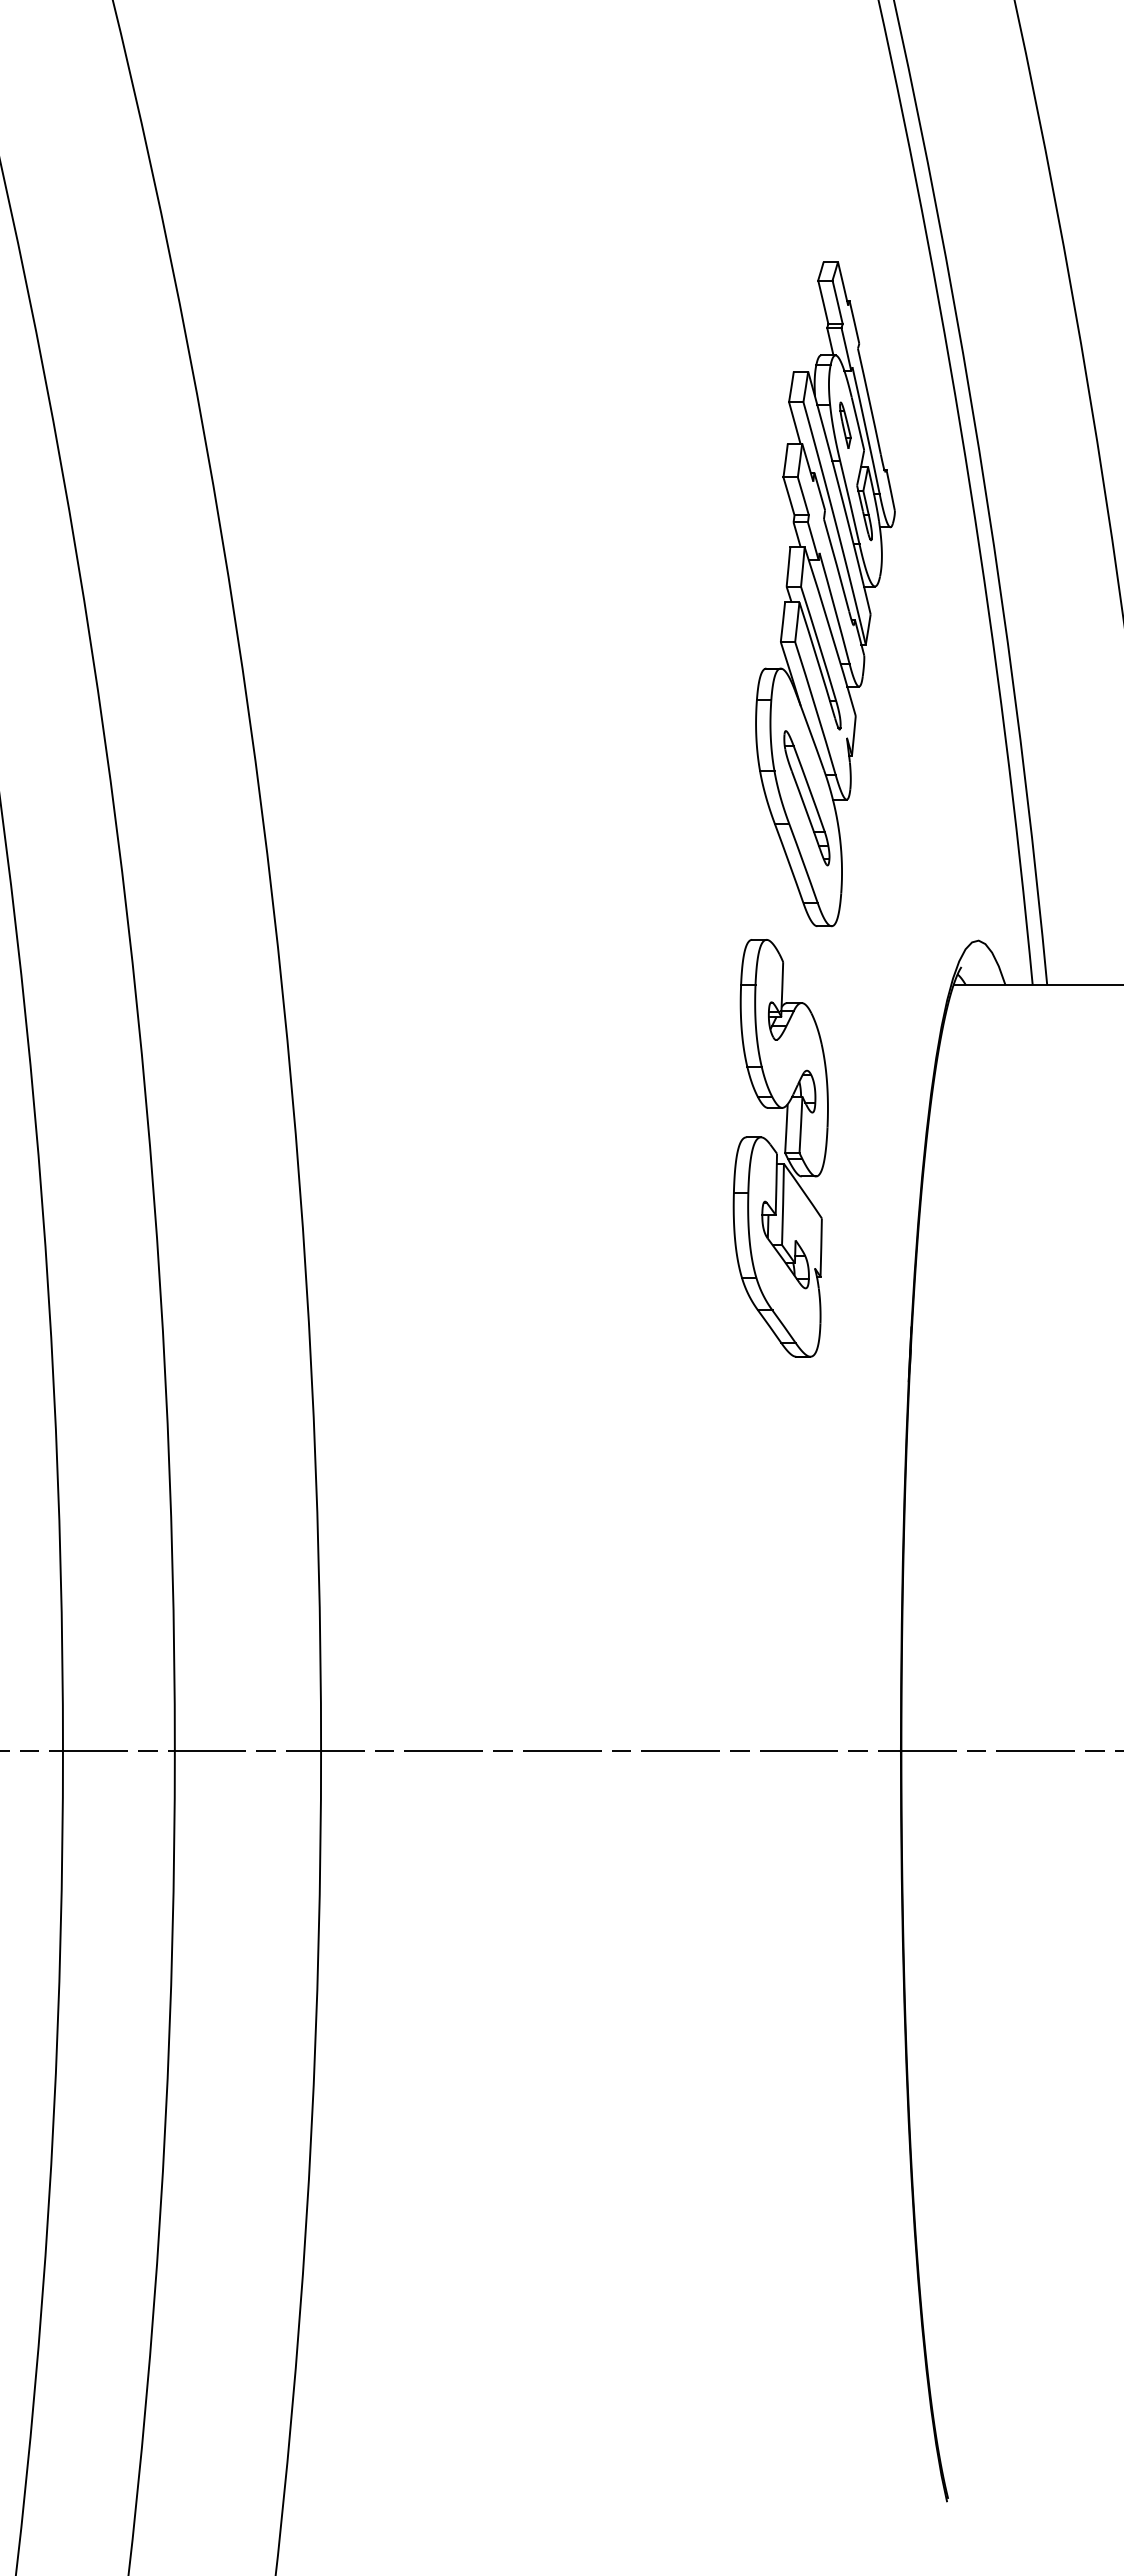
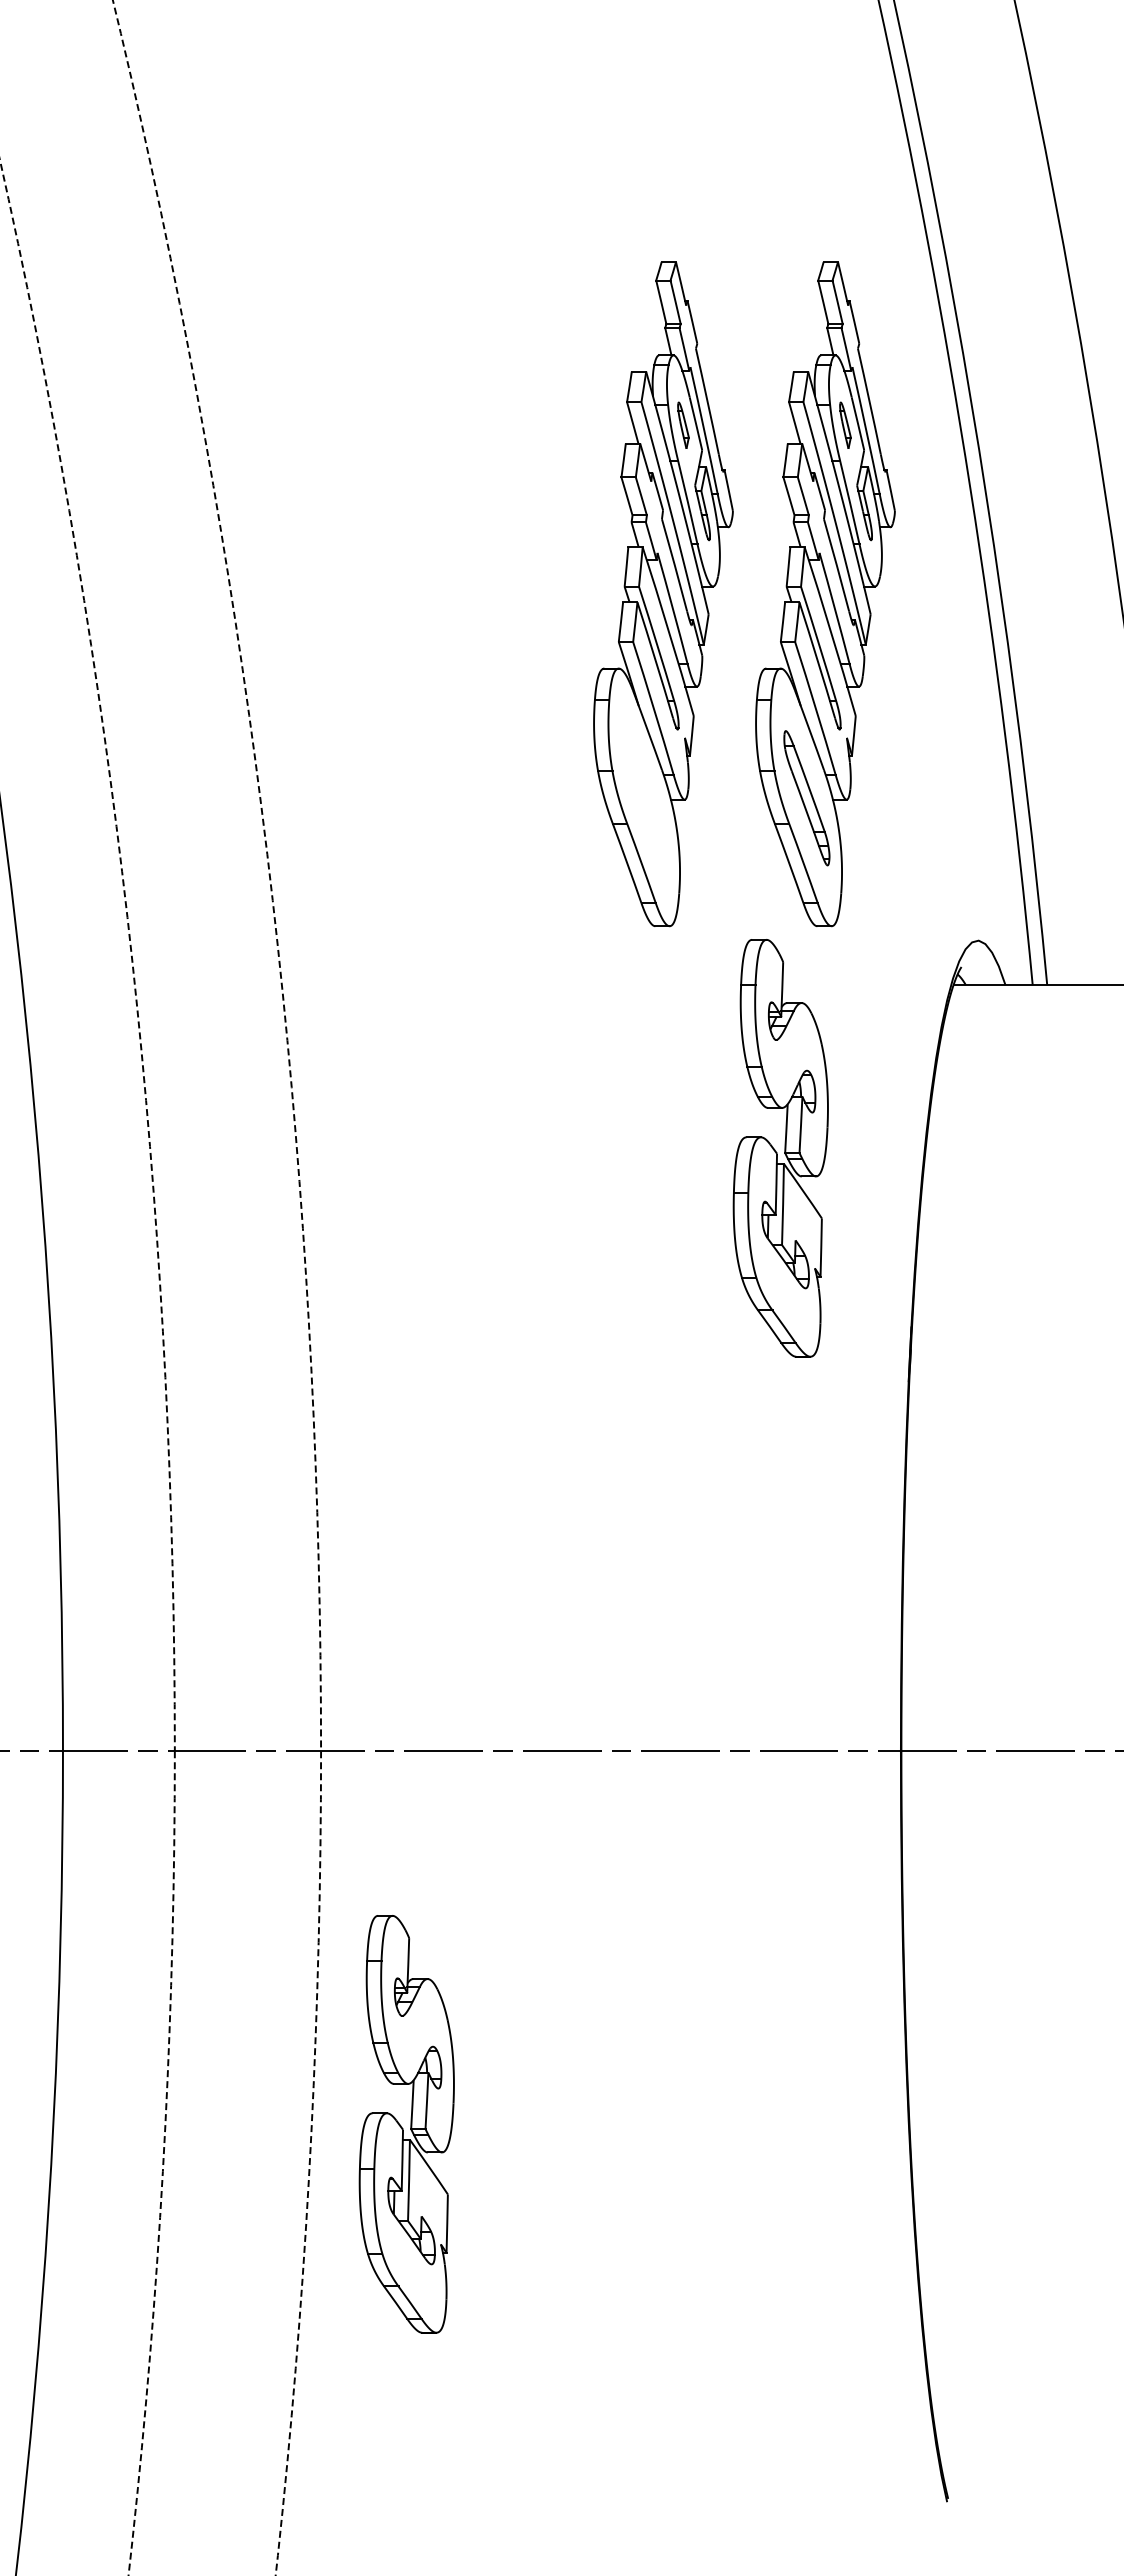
part at (663, 594): none -> present
circle at (216, 1287): solid -> dashed
circle at (87, 1368): solid -> dashed
part at (406, 2124): none -> present
